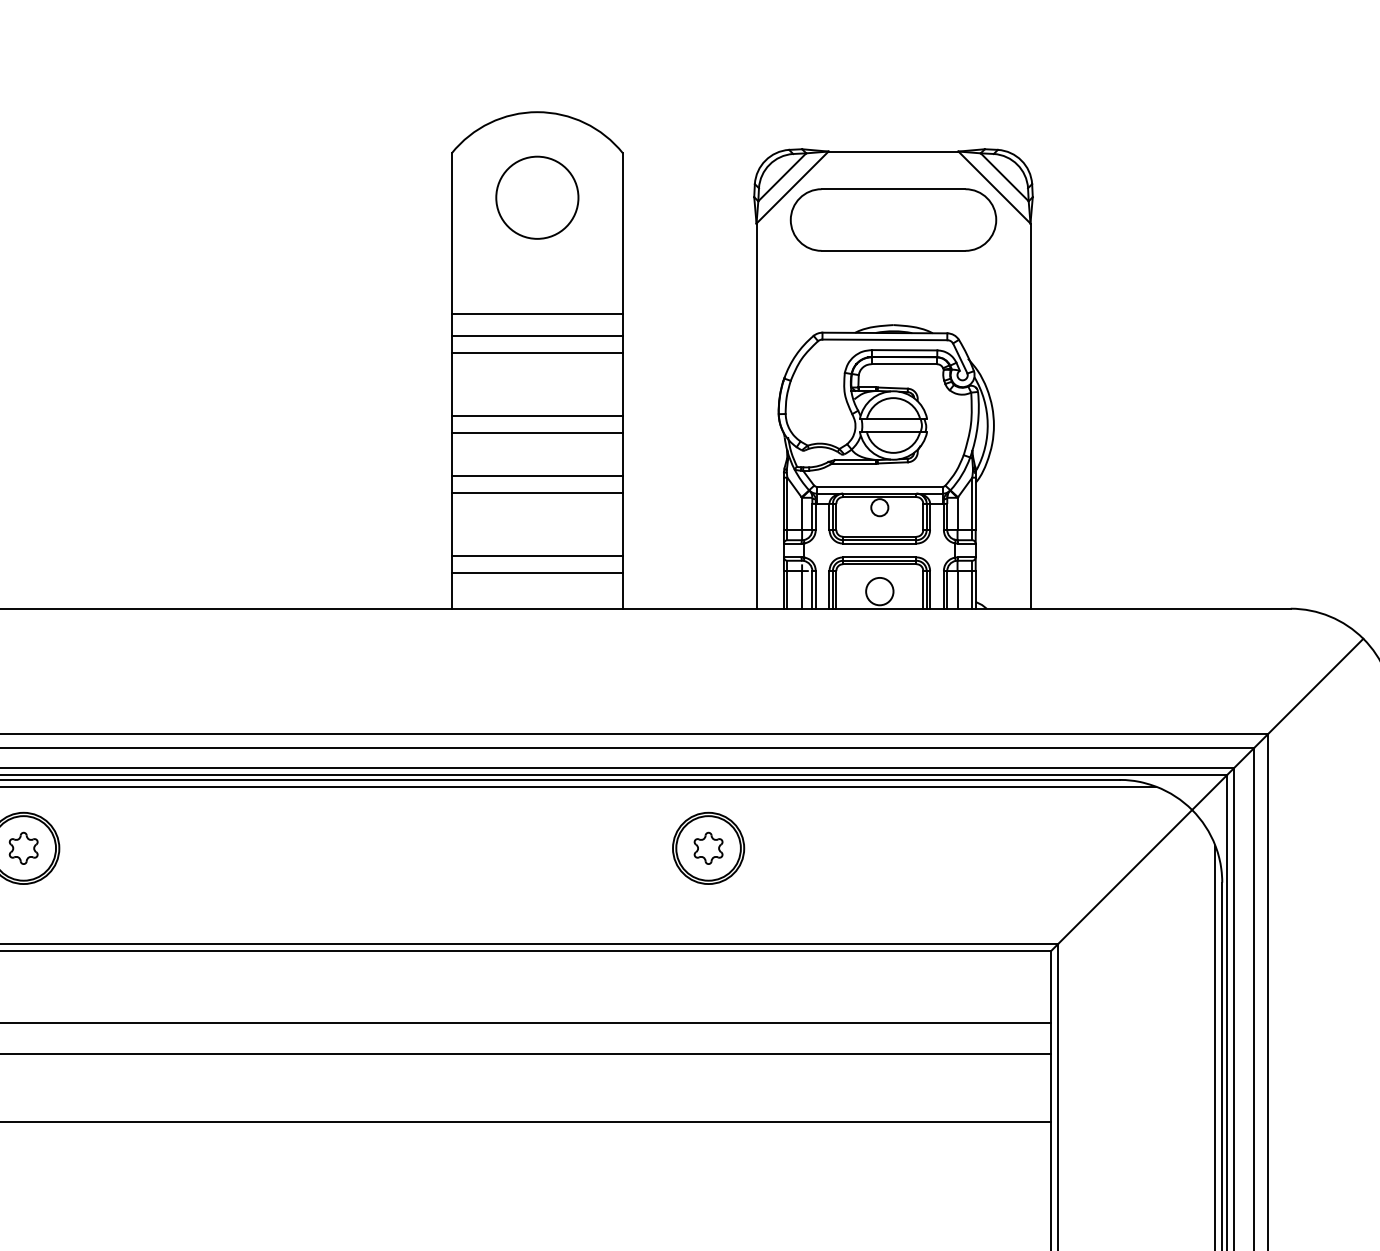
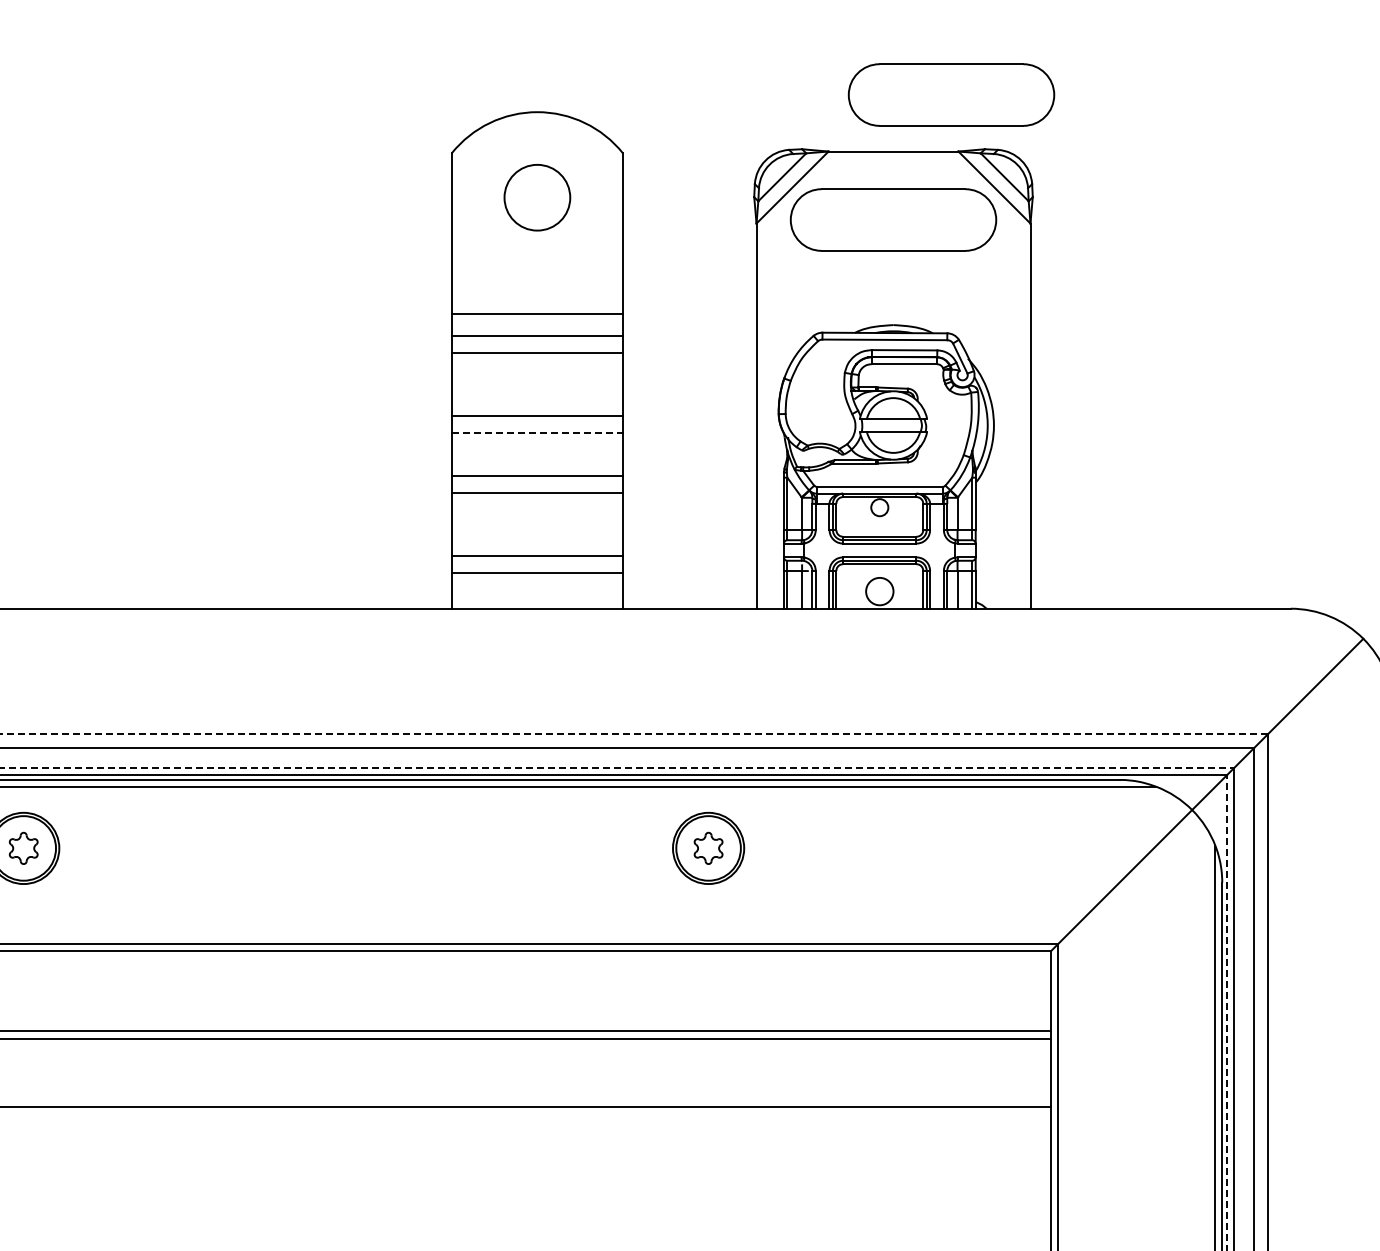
part at (951, 94): none -> present
circle at (537, 197) size: 85x85 px -> 69x68 px
line at (537, 432): solid -> dashed
line at (634, 733): solid -> dashed
line at (617, 768): solid -> dashed
line at (1226, 1012): solid -> dashed
line at (526, 1023) position: (526, 1023) -> (526, 1031)
line at (526, 1053) position: (526, 1053) -> (526, 1038)
line at (526, 1122) position: (526, 1122) -> (526, 1107)
